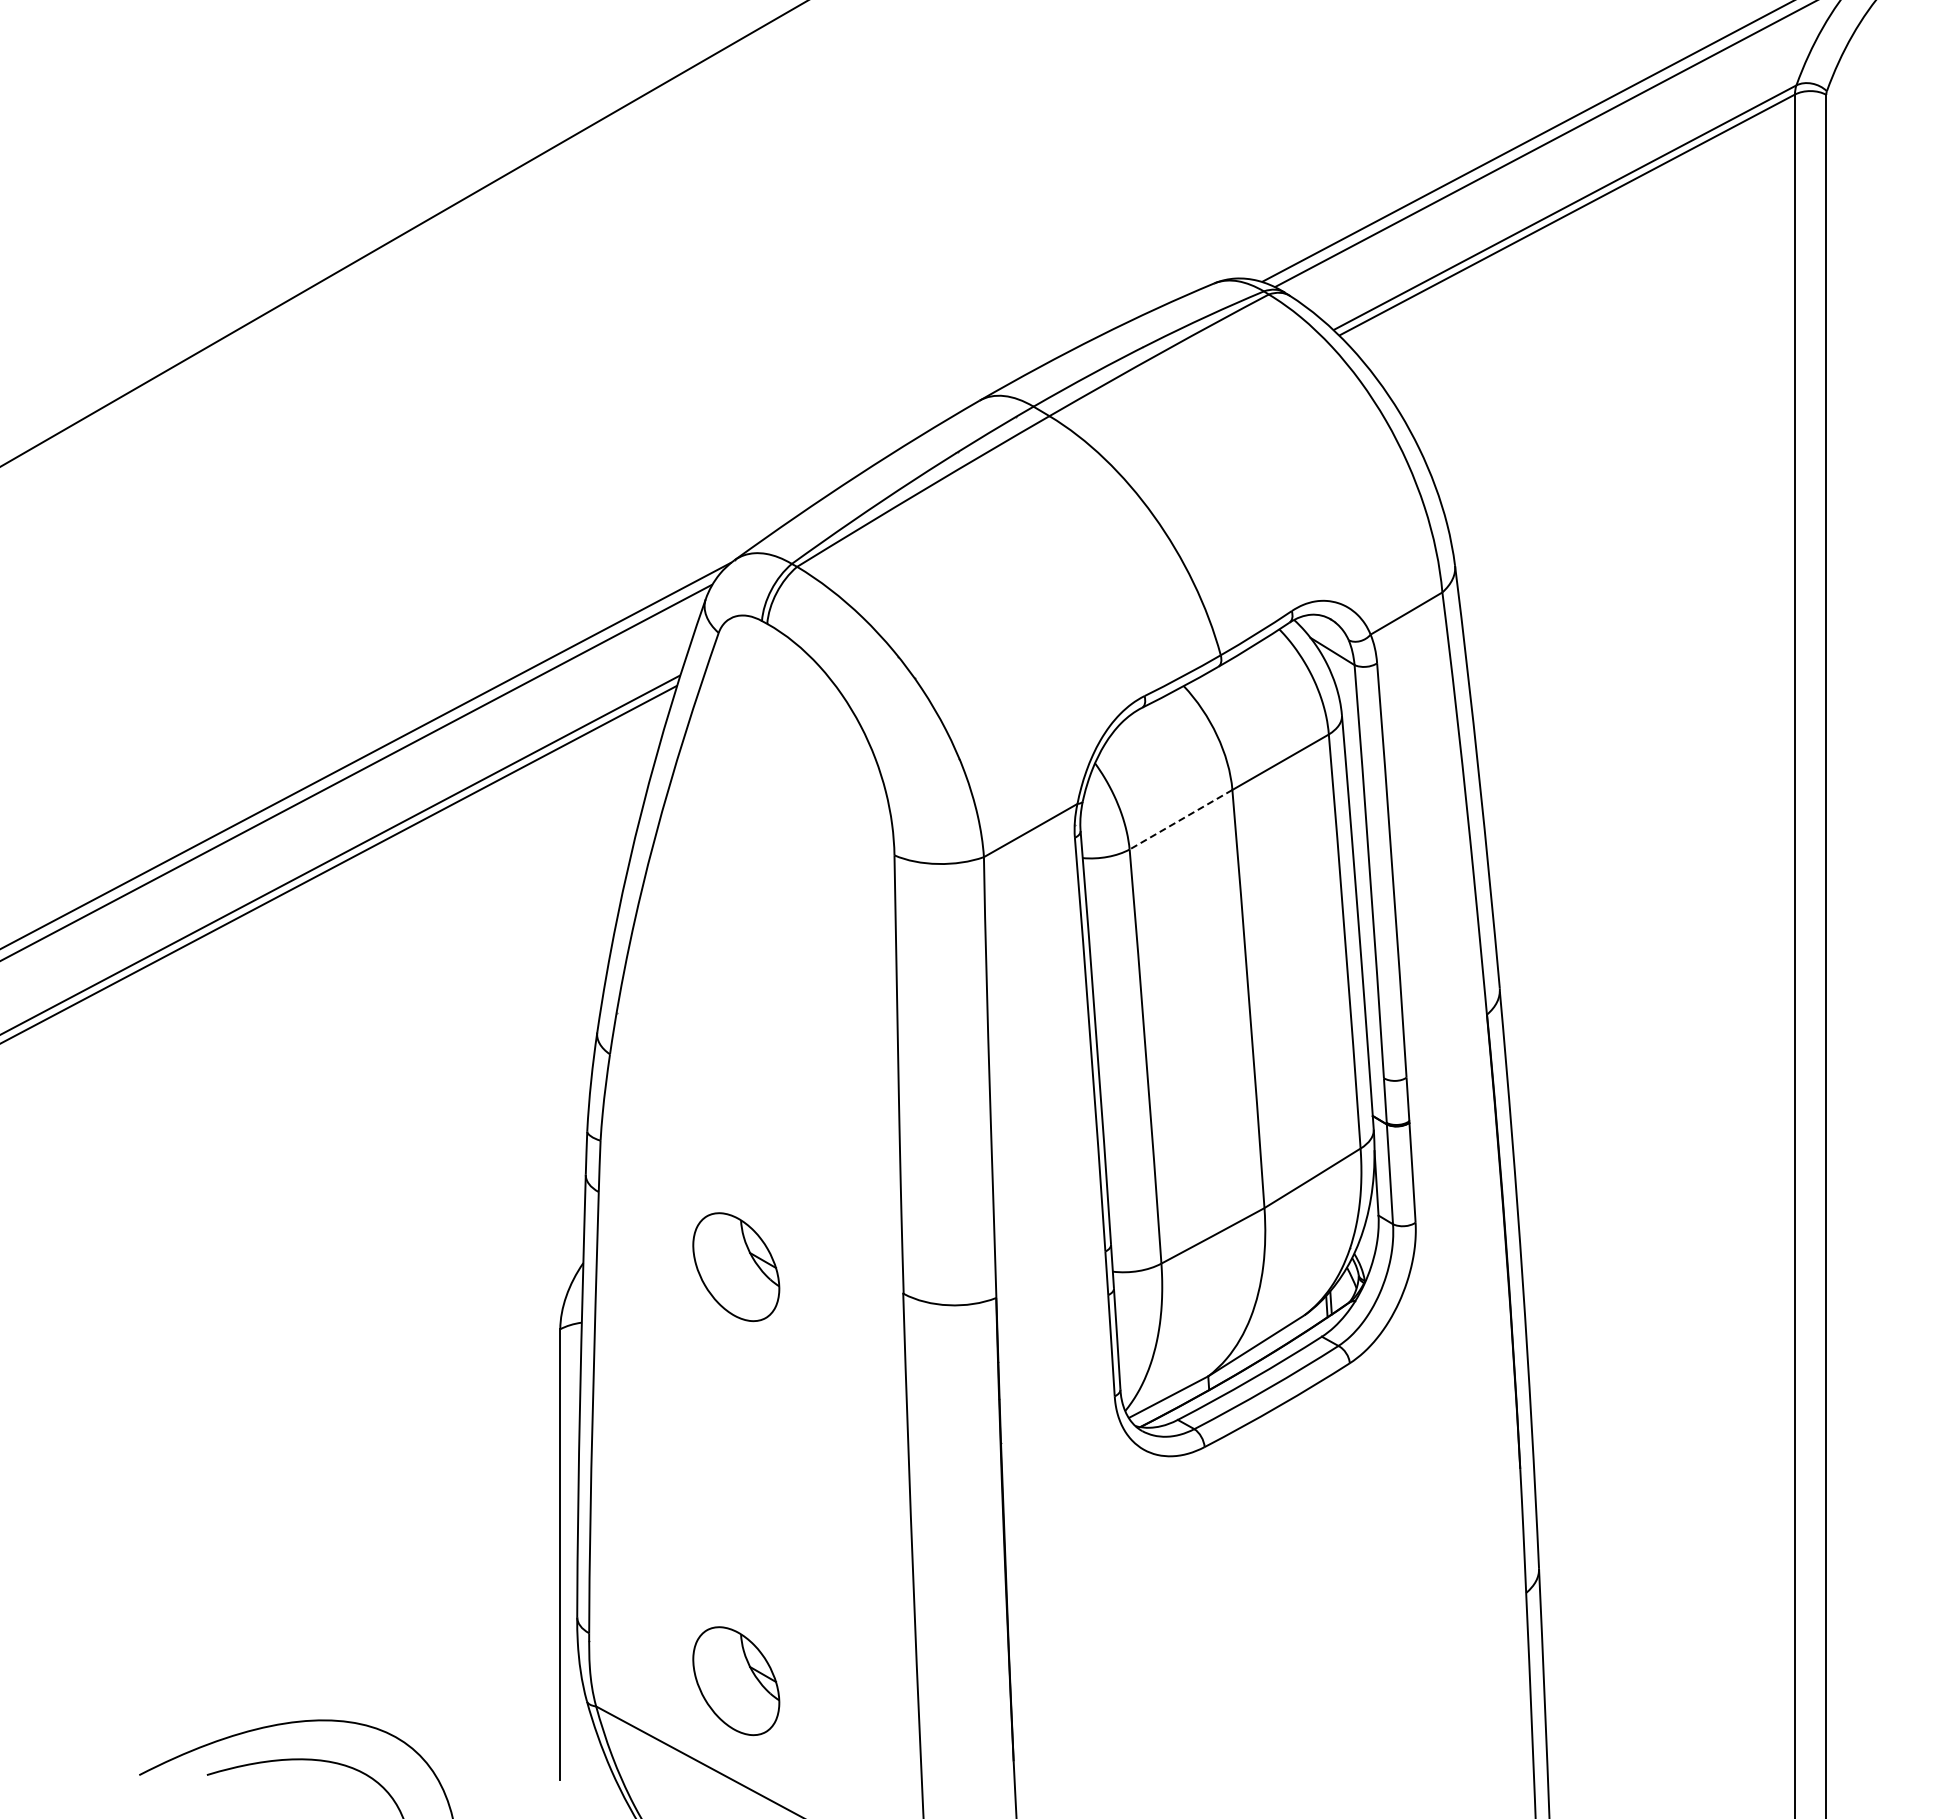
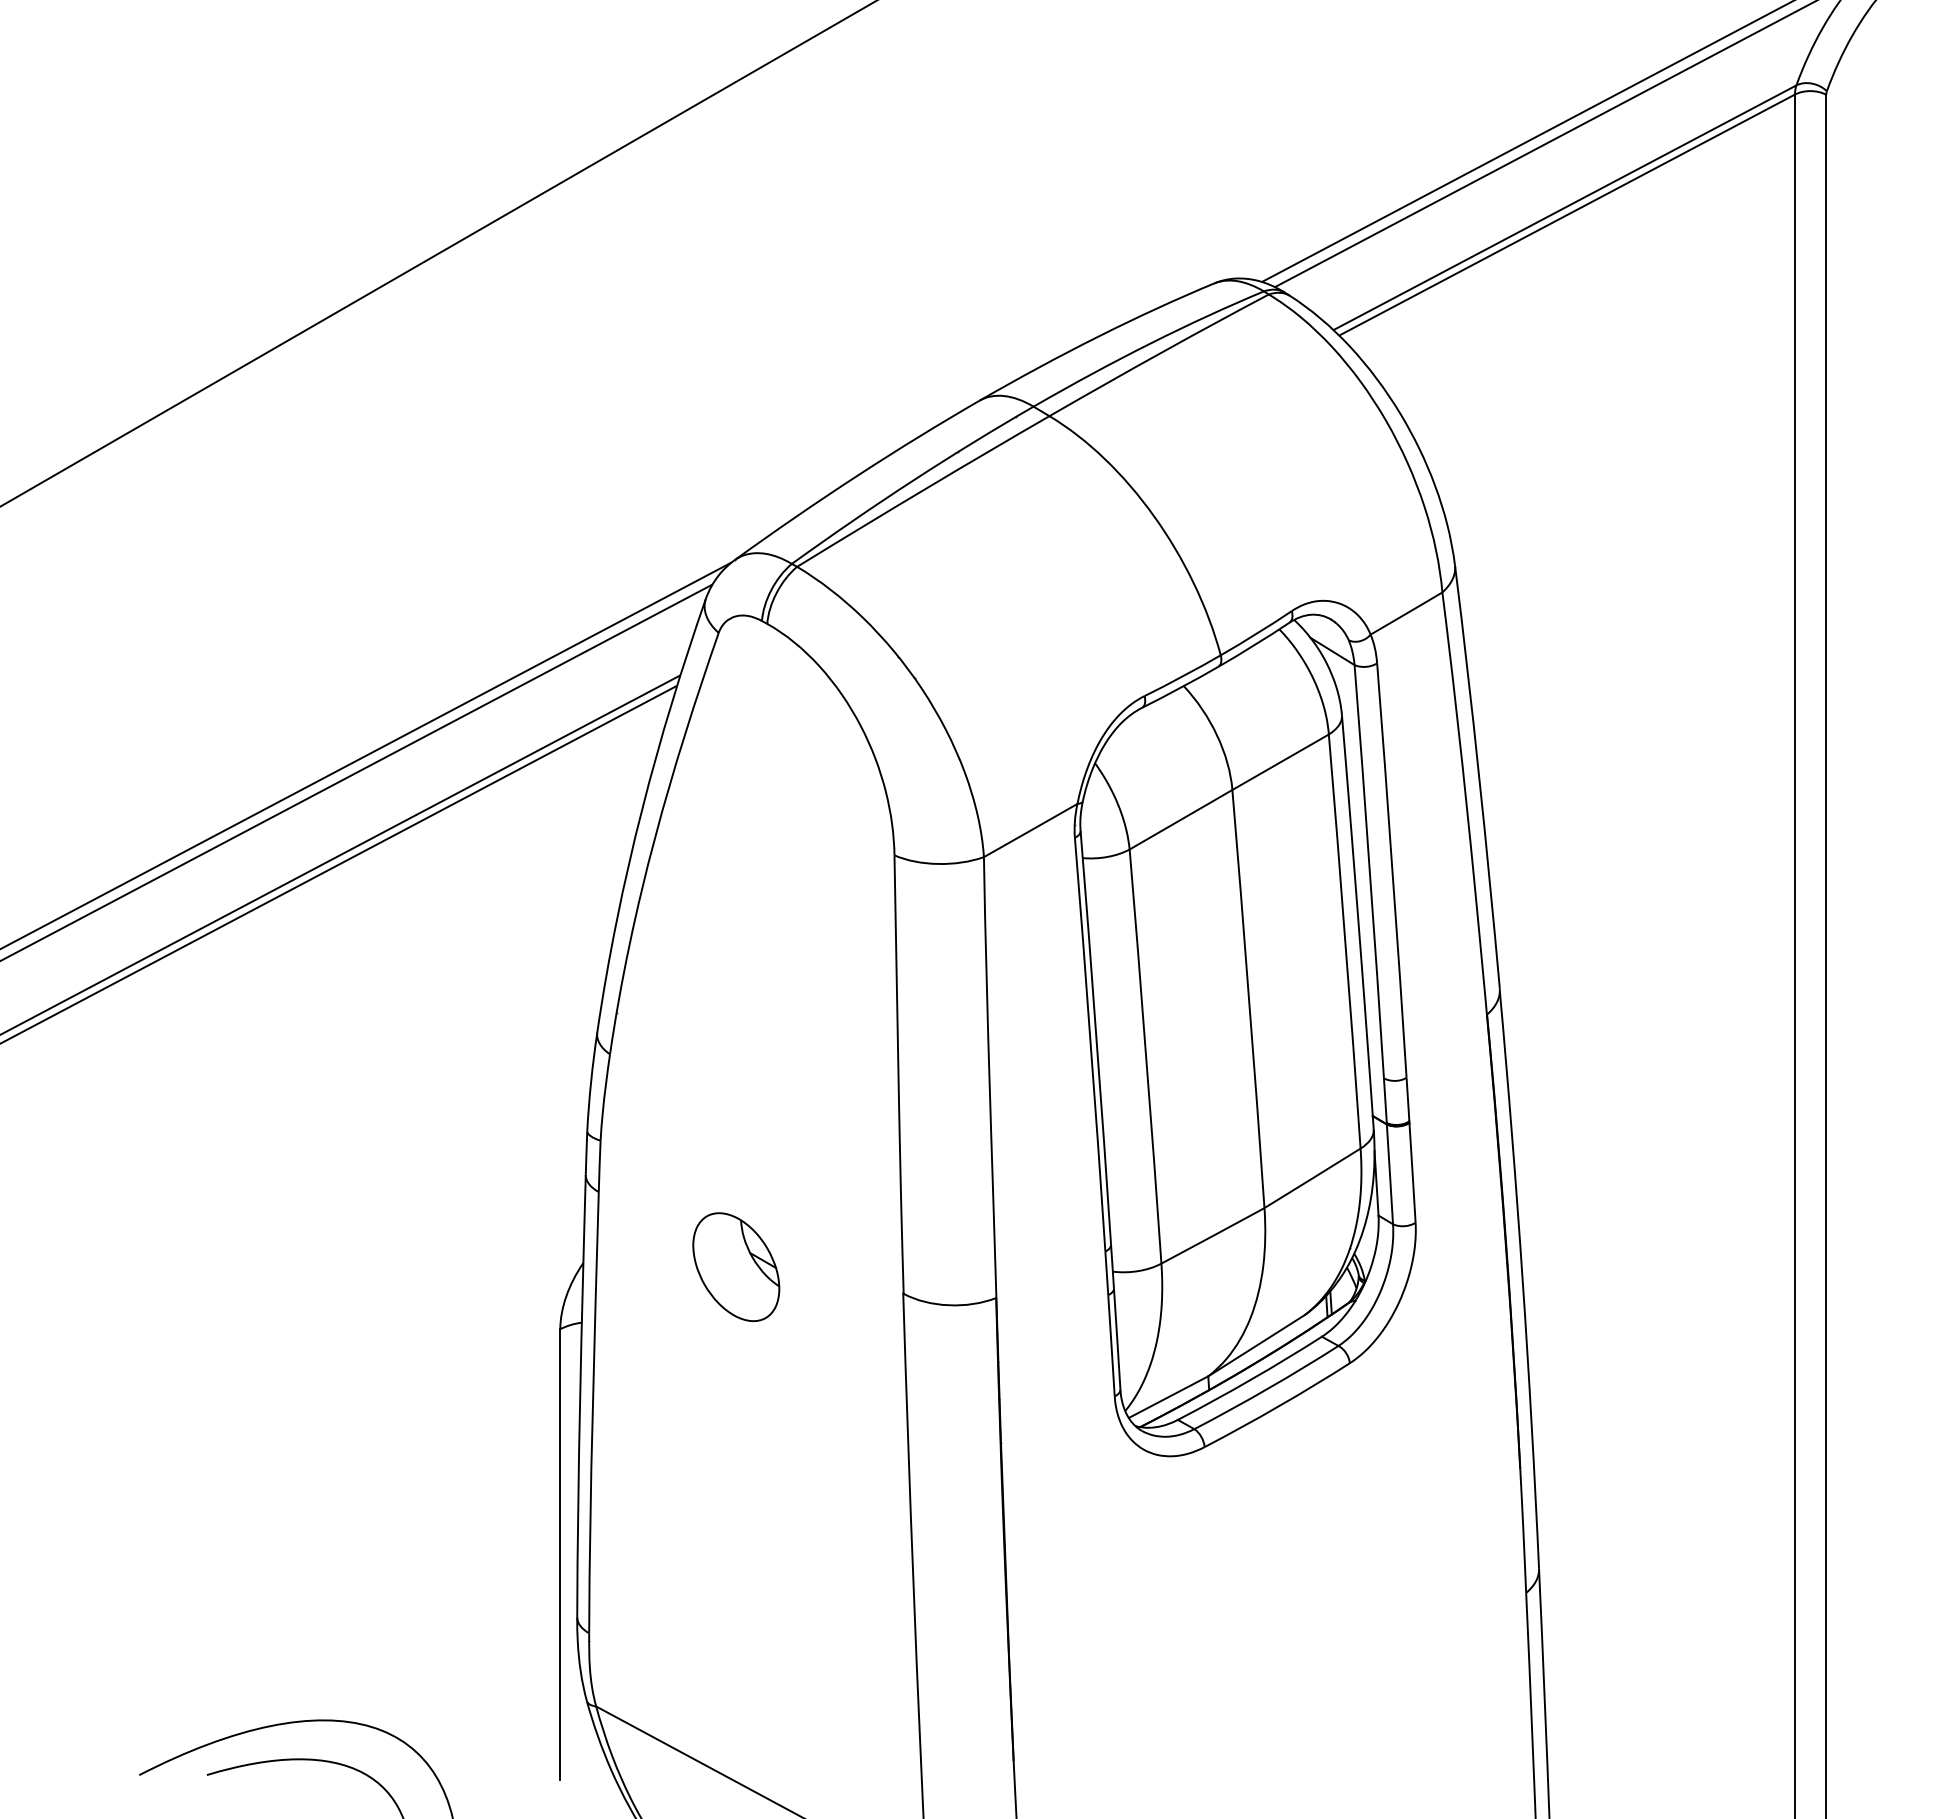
line at (403, 233) position: (403, 233) -> (438, 253)
line at (1180, 820): dashed -> solid
part at (736, 1681): present -> none
